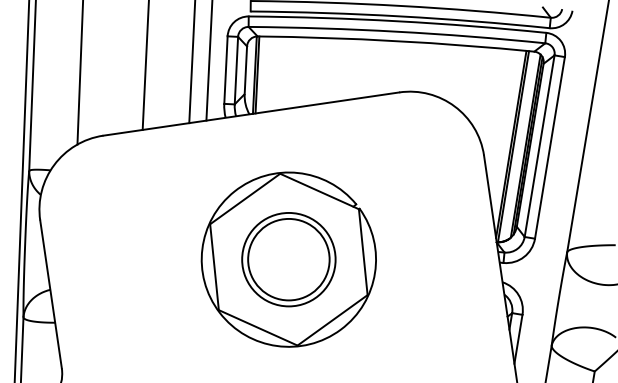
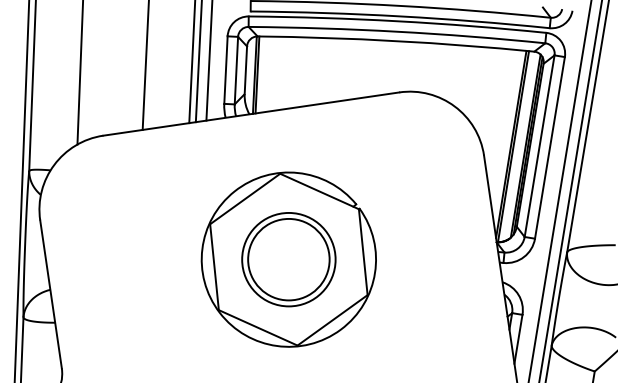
line at (198, 62): none -> present
line at (560, 190): none -> present
line at (570, 190): none -> present
